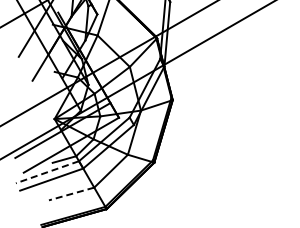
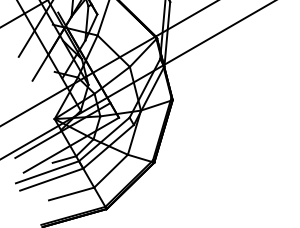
line at (47, 172): dashed -> solid
line at (71, 193): dashed -> solid
